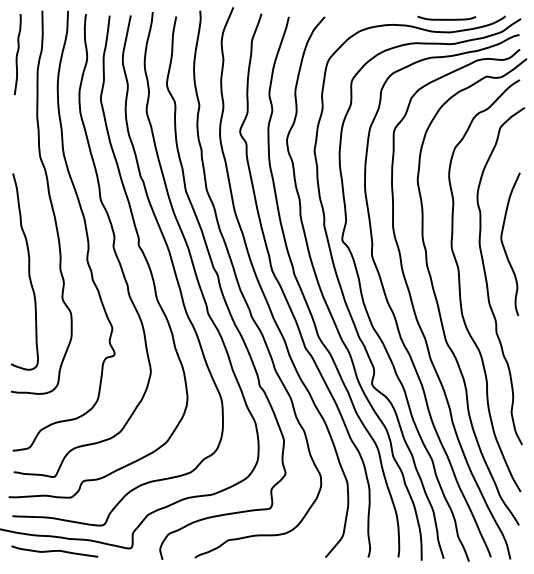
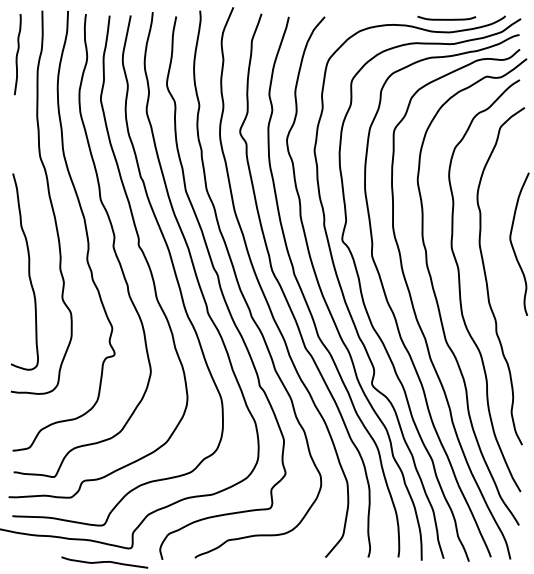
curve at (504, 246) position: (504, 246) -> (513, 246)
curve at (54, 551) position: (54, 551) -> (104, 562)
